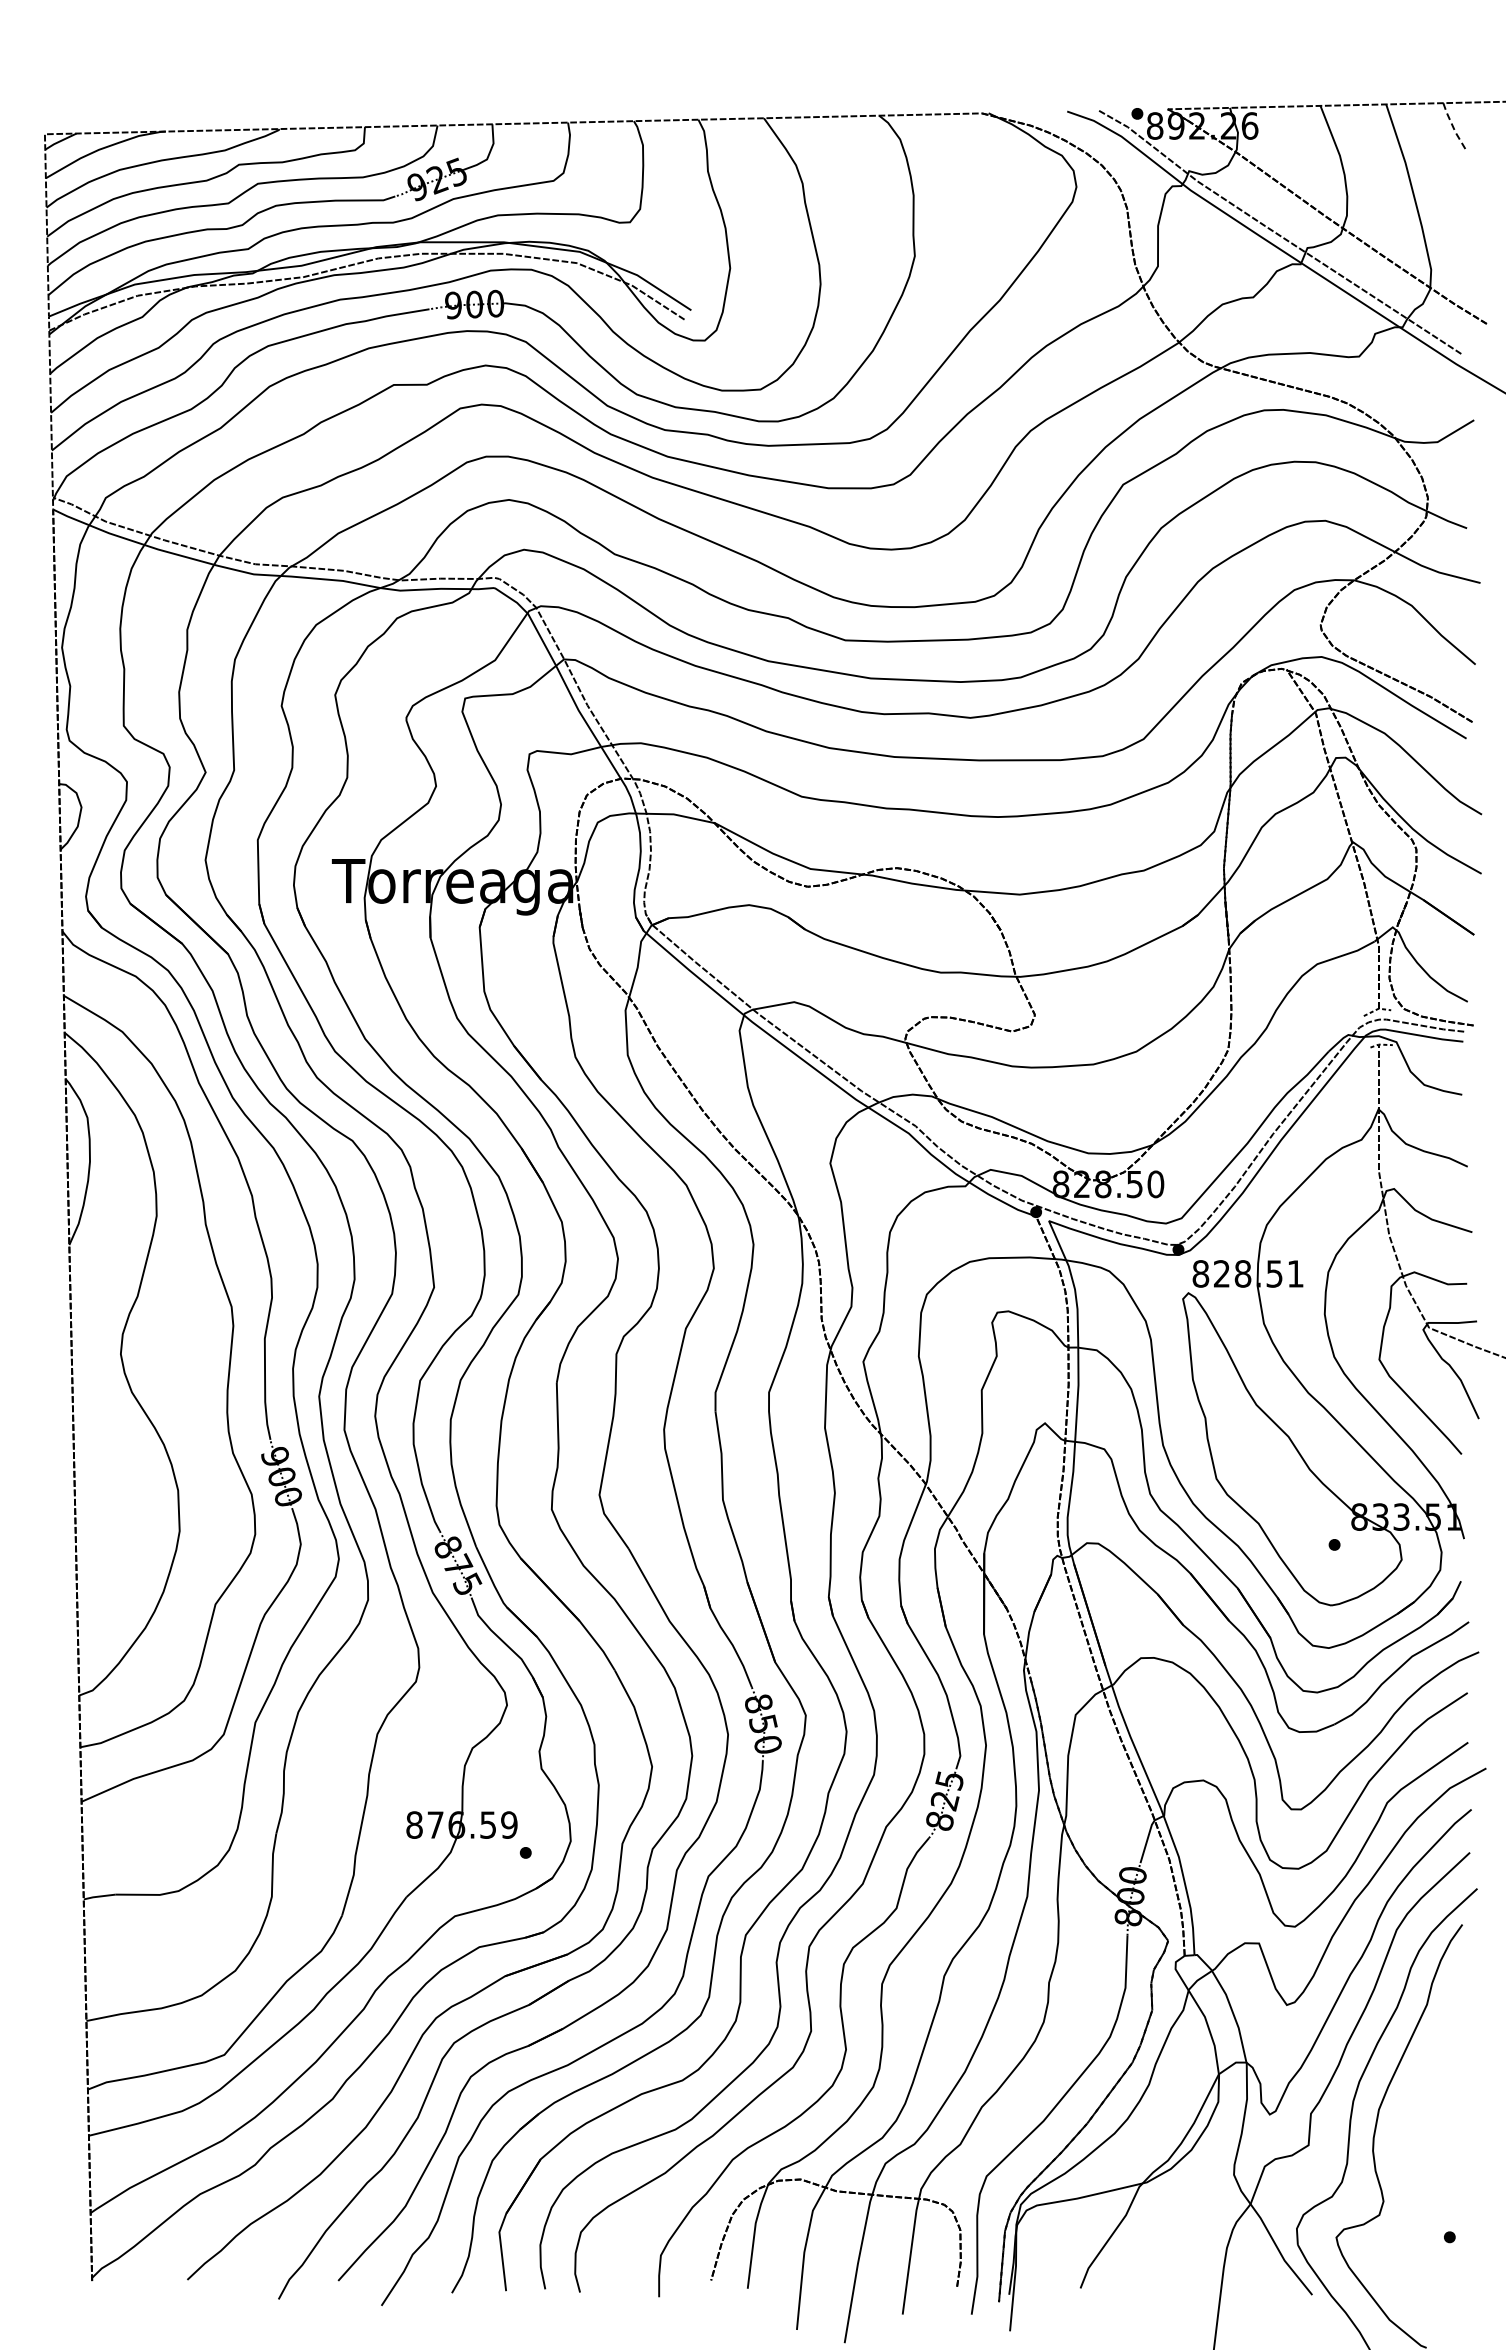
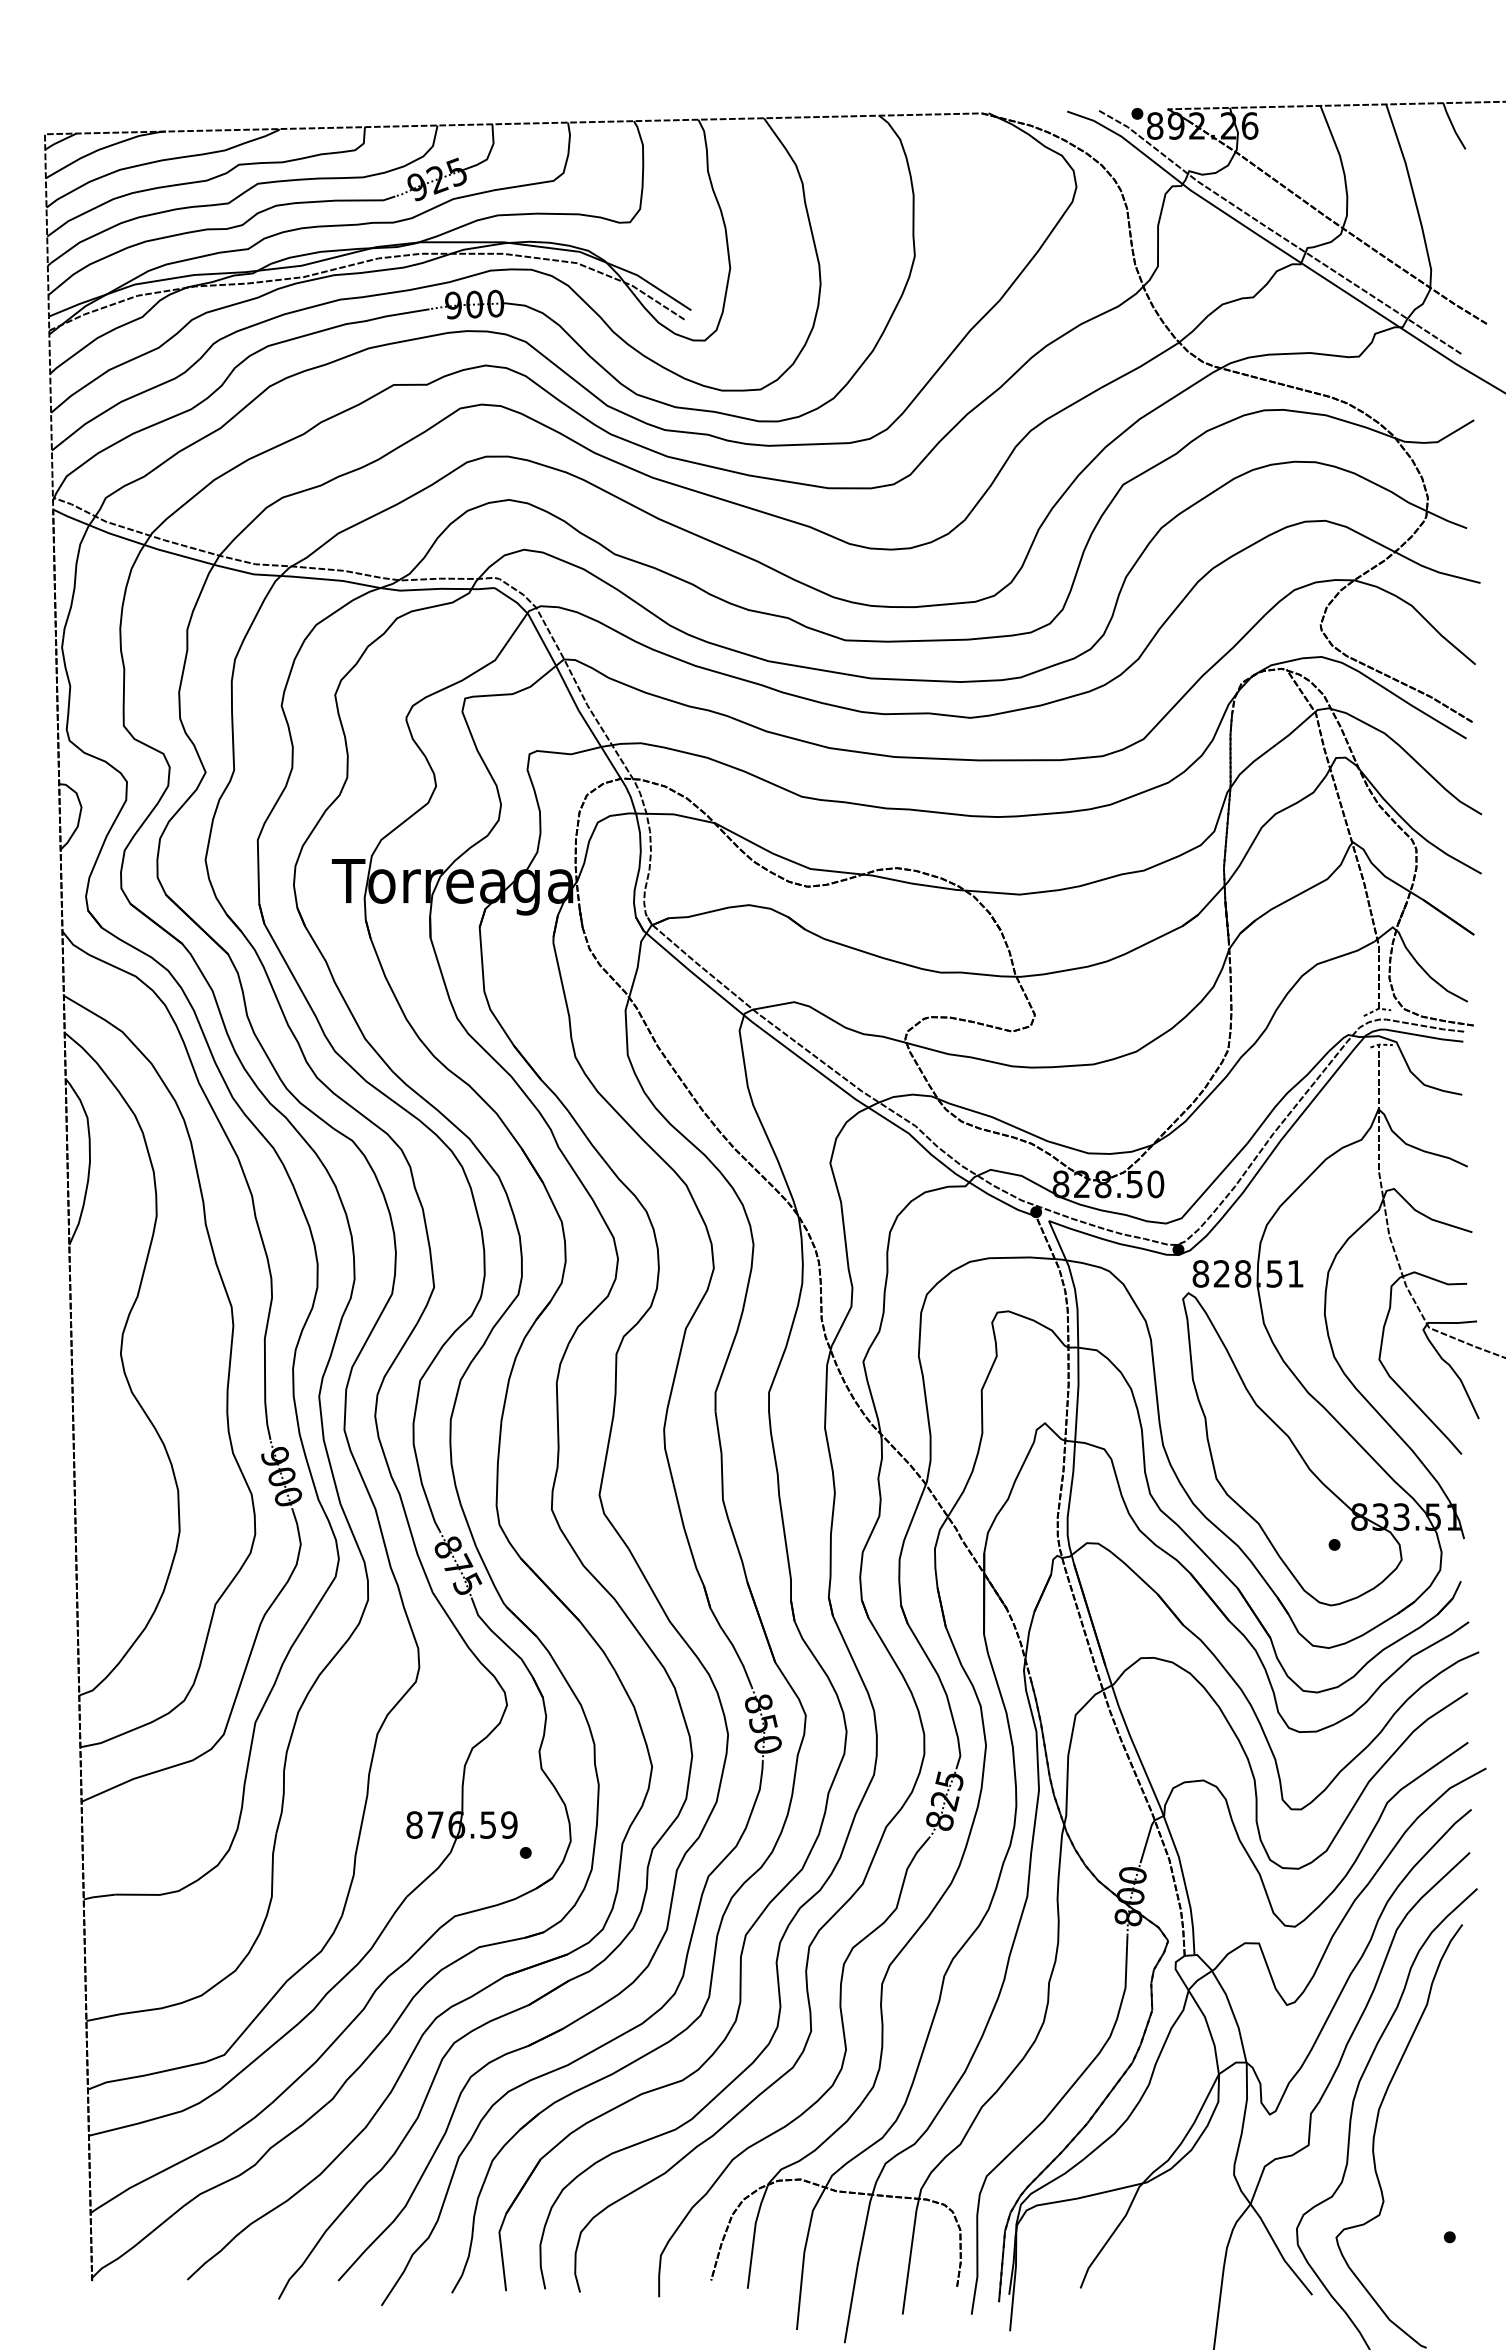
line at (1453, 127): dashed -> solid
